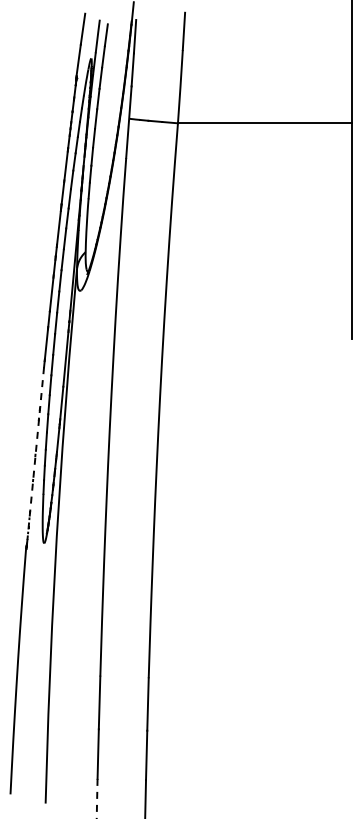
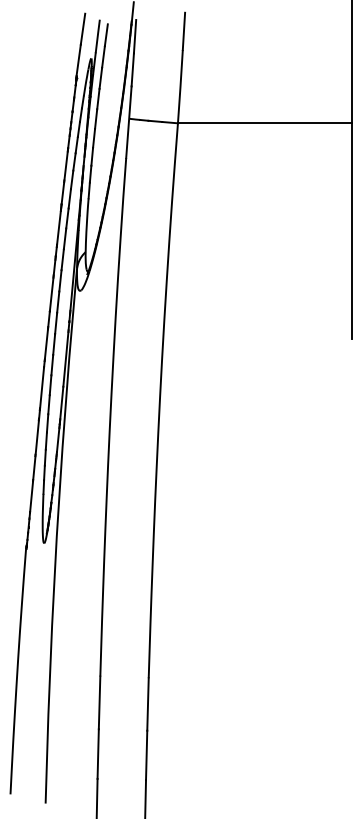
line at (35, 453): dashed -> solid
line at (97, 798): dashed -> solid
